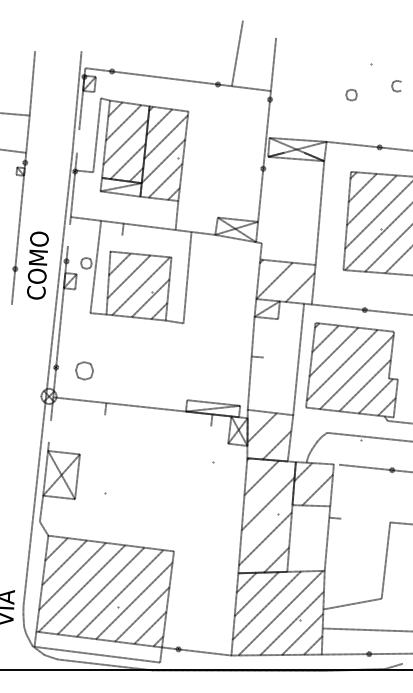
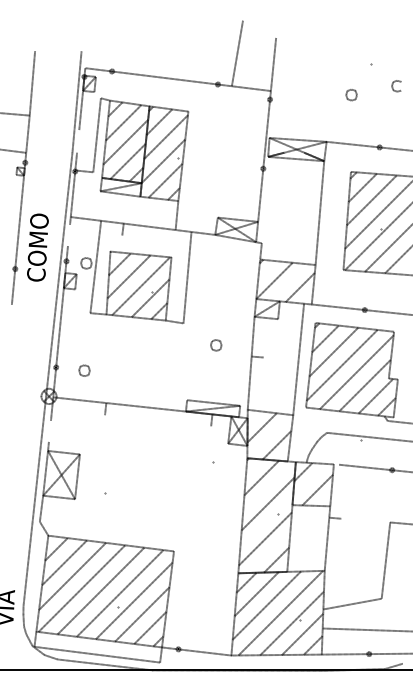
text at (37, 265) position: (37, 265) -> (37, 247)
part at (216, 345): none -> present
part at (84, 370) size: 19x20 px -> 13x13 px
